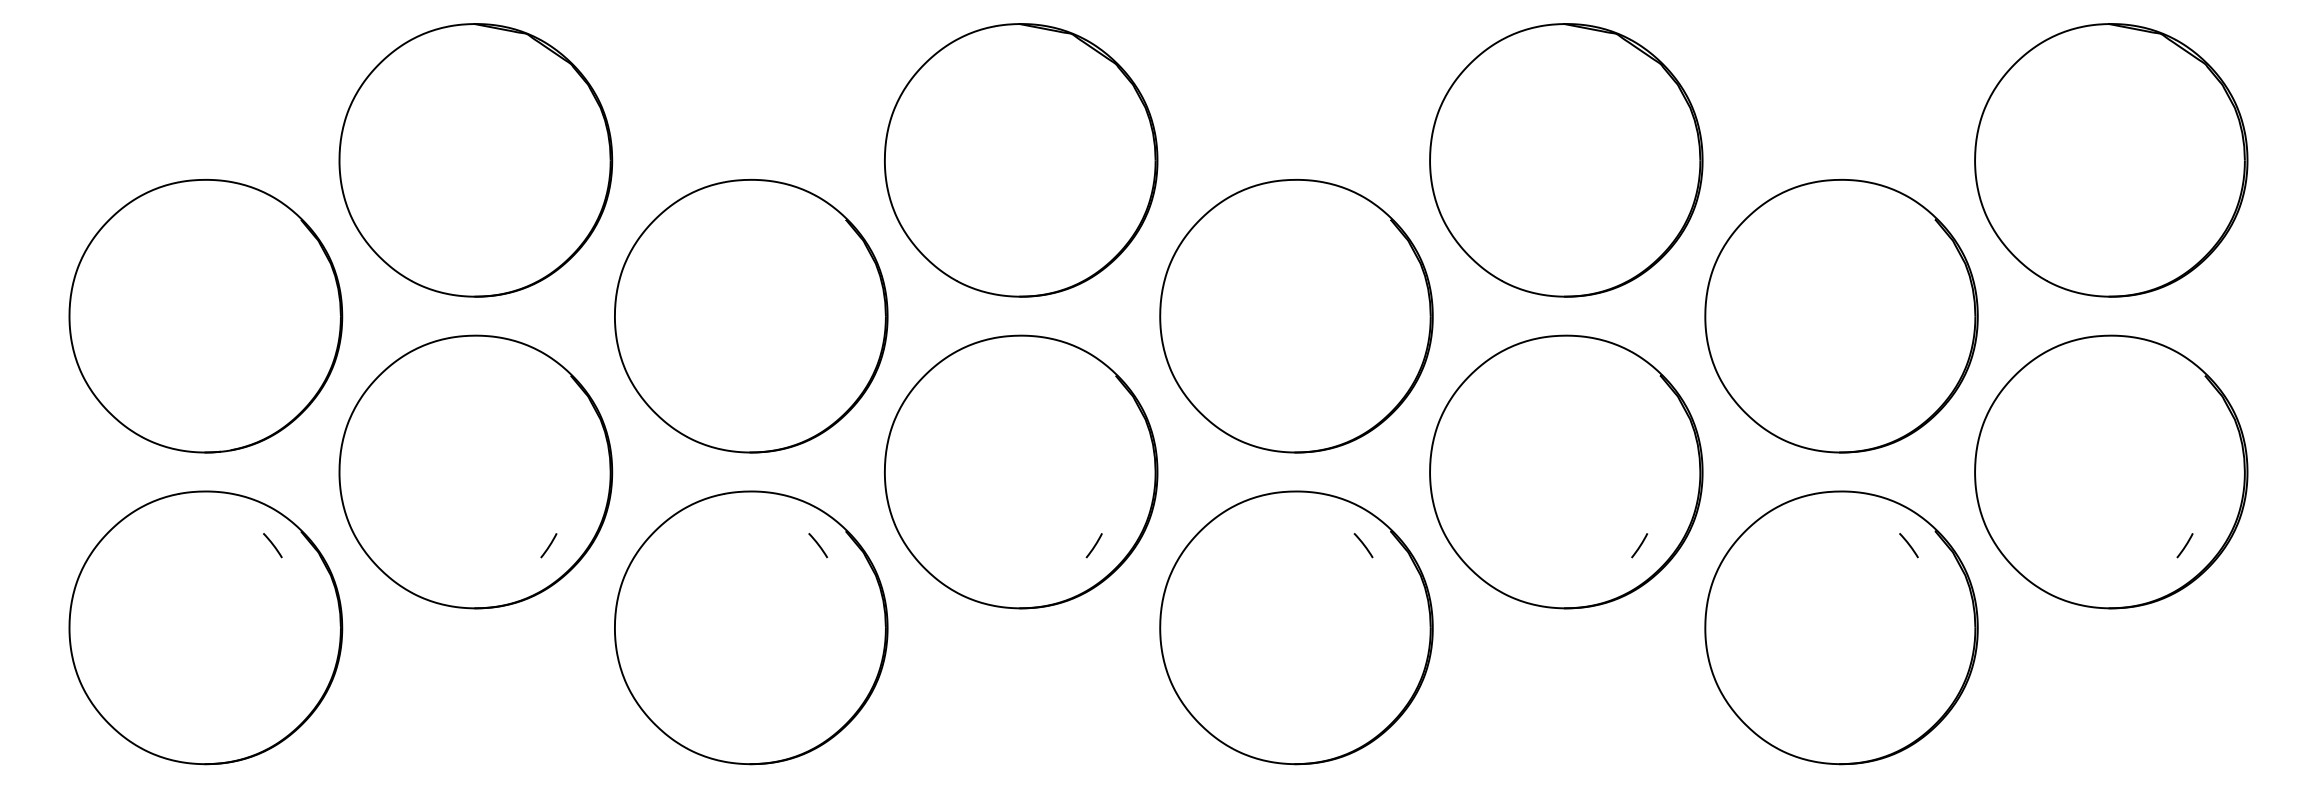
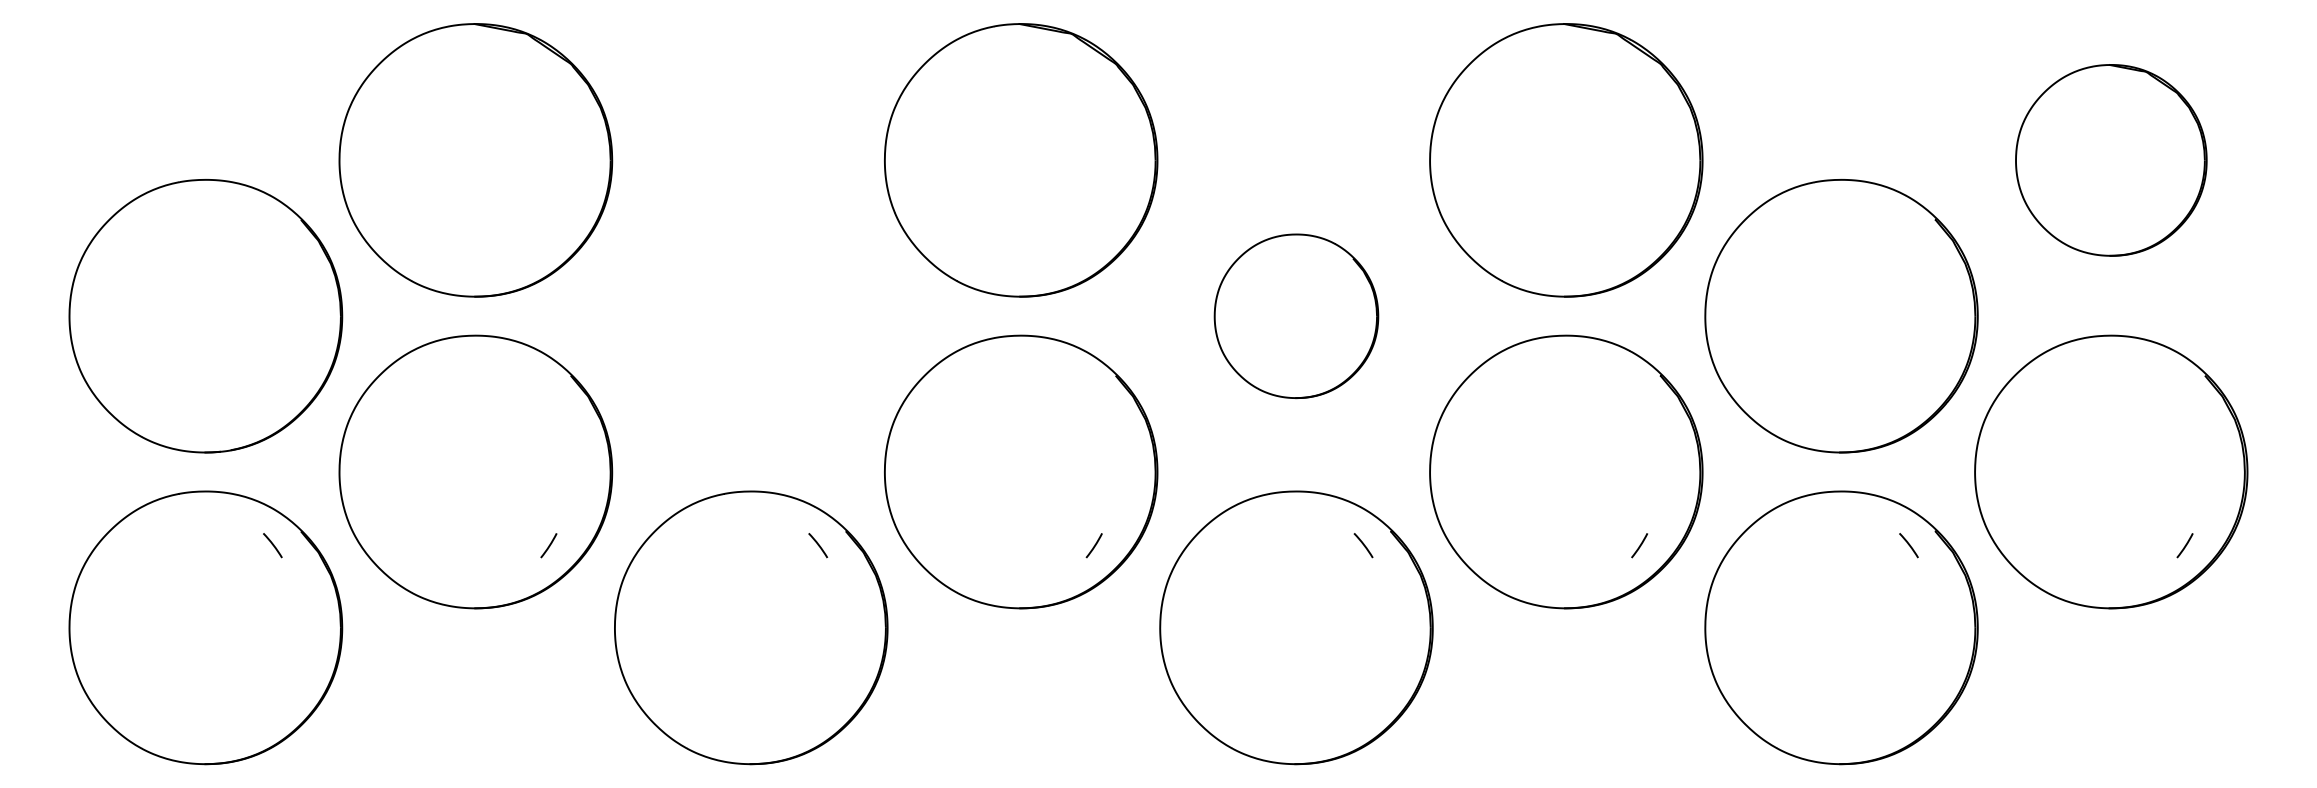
part at (2111, 160) size: 275x275 px -> 193x193 px
part at (751, 316): present -> none
part at (1296, 316) size: 275x275 px -> 167x167 px
